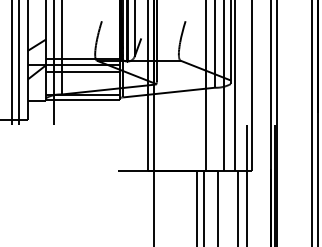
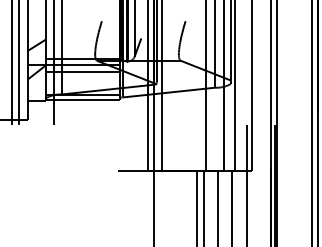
line at (162, 86): none -> present
line at (237, 207) position: (237, 207) -> (231, 207)
